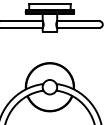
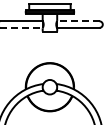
line at (77, 21): solid -> dashed
line at (22, 27): solid -> dashed
